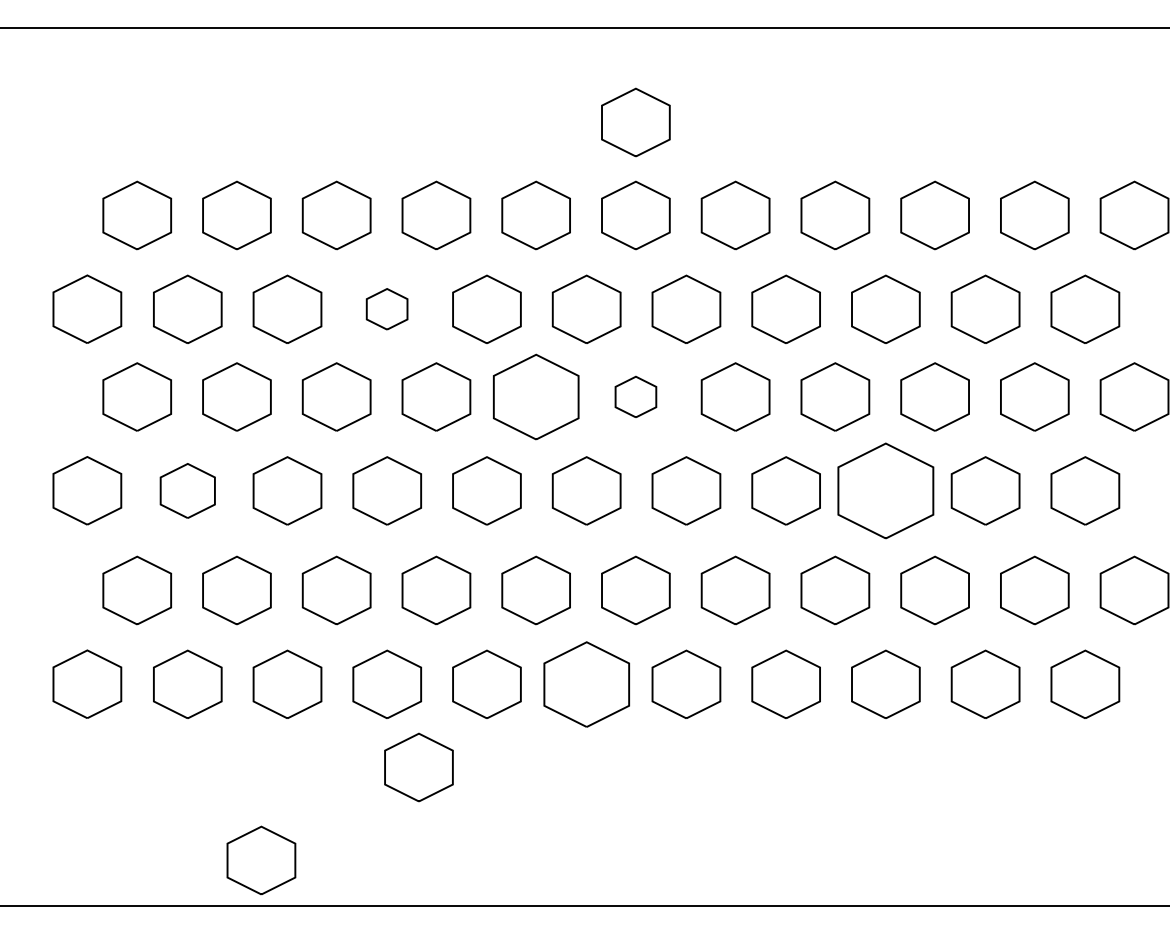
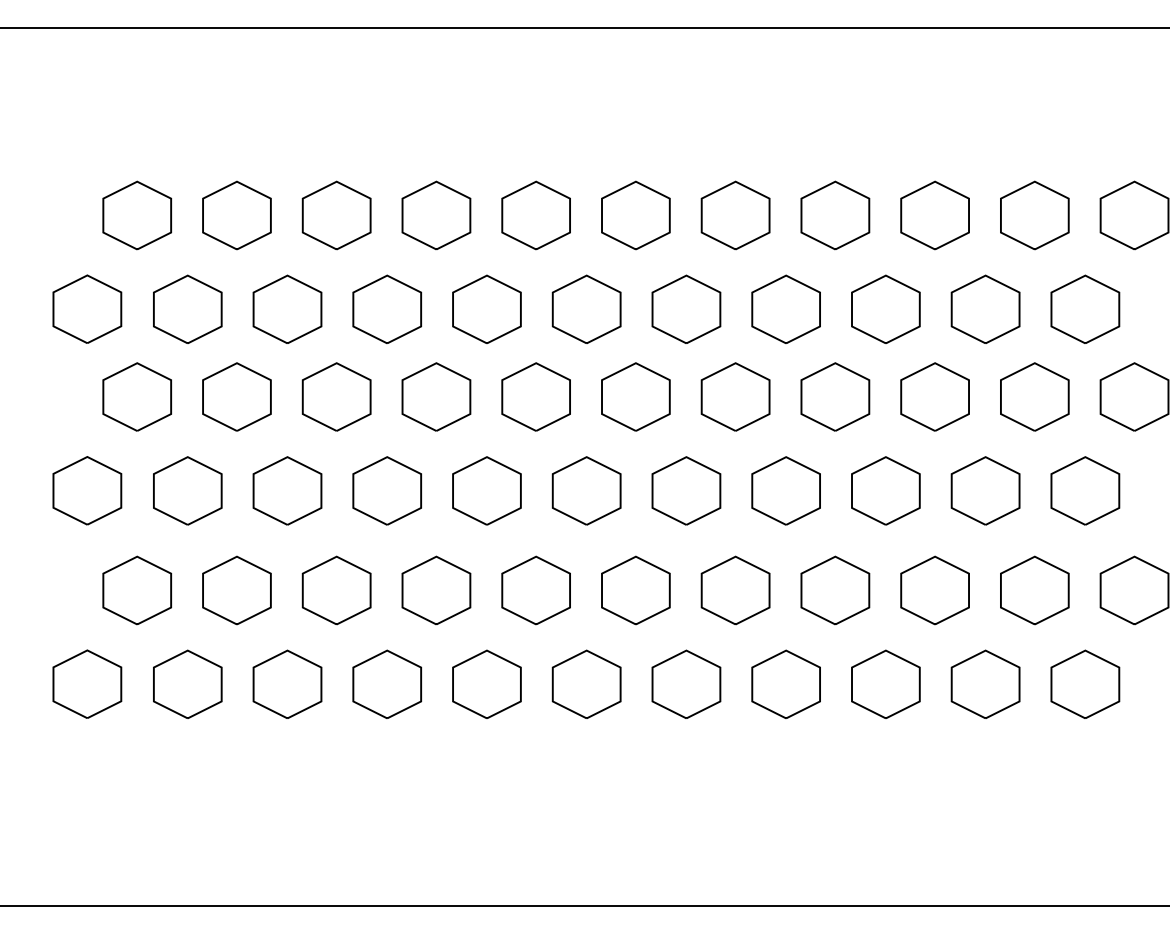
part at (635, 122): present -> none
part at (386, 309) size: 44x43 px -> 70x70 px
part at (536, 396) size: 87x88 px -> 70x70 px
part at (635, 396) size: 44x43 px -> 70x70 px
part at (187, 490) size: 57x56 px -> 70x70 px
part at (885, 490) size: 98x98 px -> 70x70 px
part at (586, 684) size: 87x87 px -> 71x70 px
part at (418, 767): present -> none
part at (261, 859): present -> none
